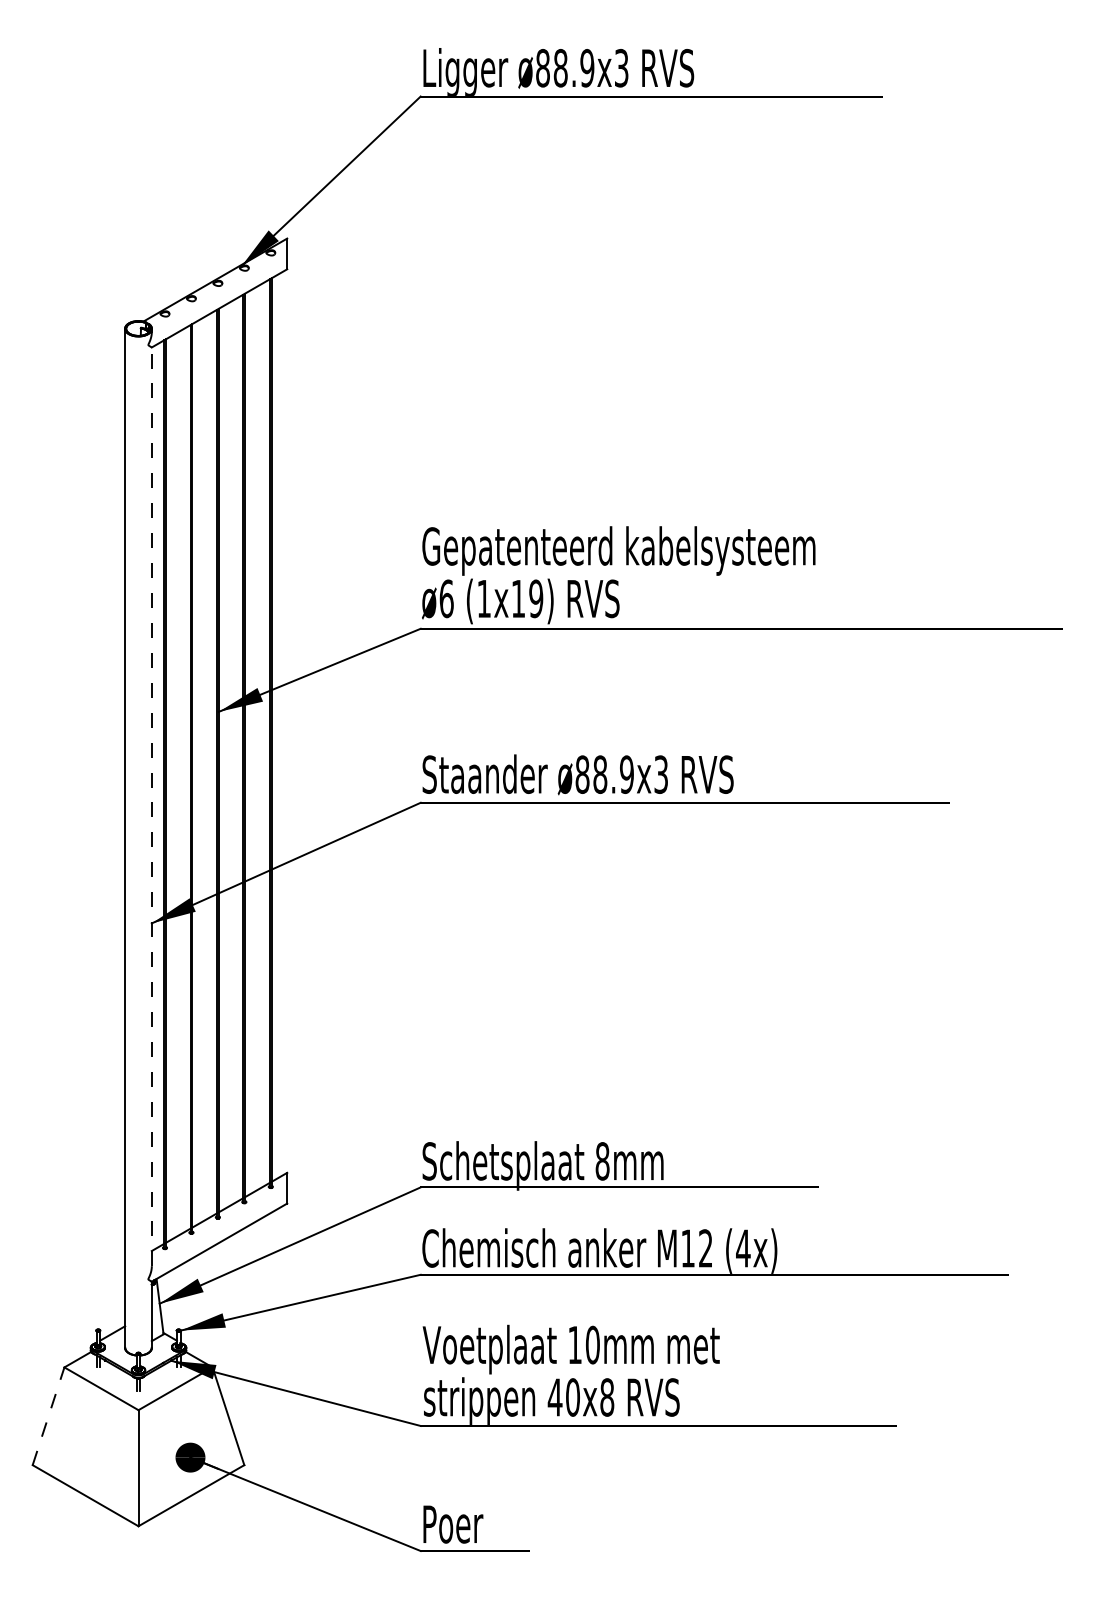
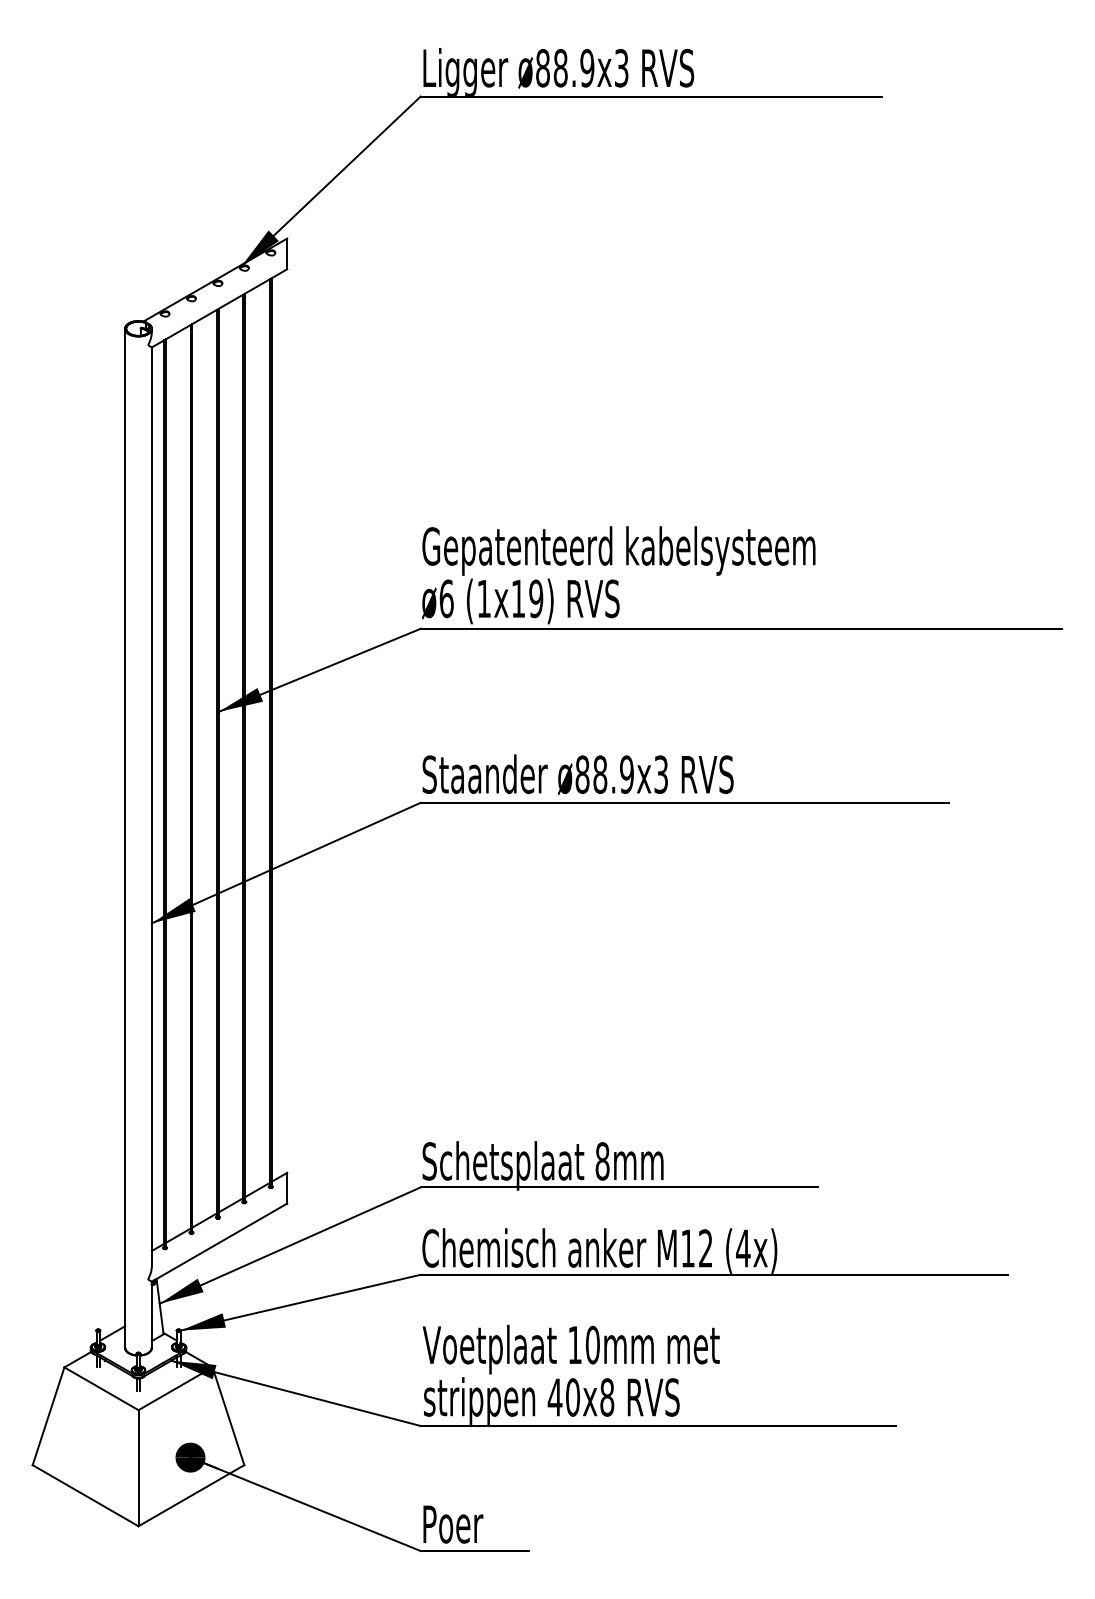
line at (151, 806): dashed -> solid
line at (48, 1415): dashed -> solid
